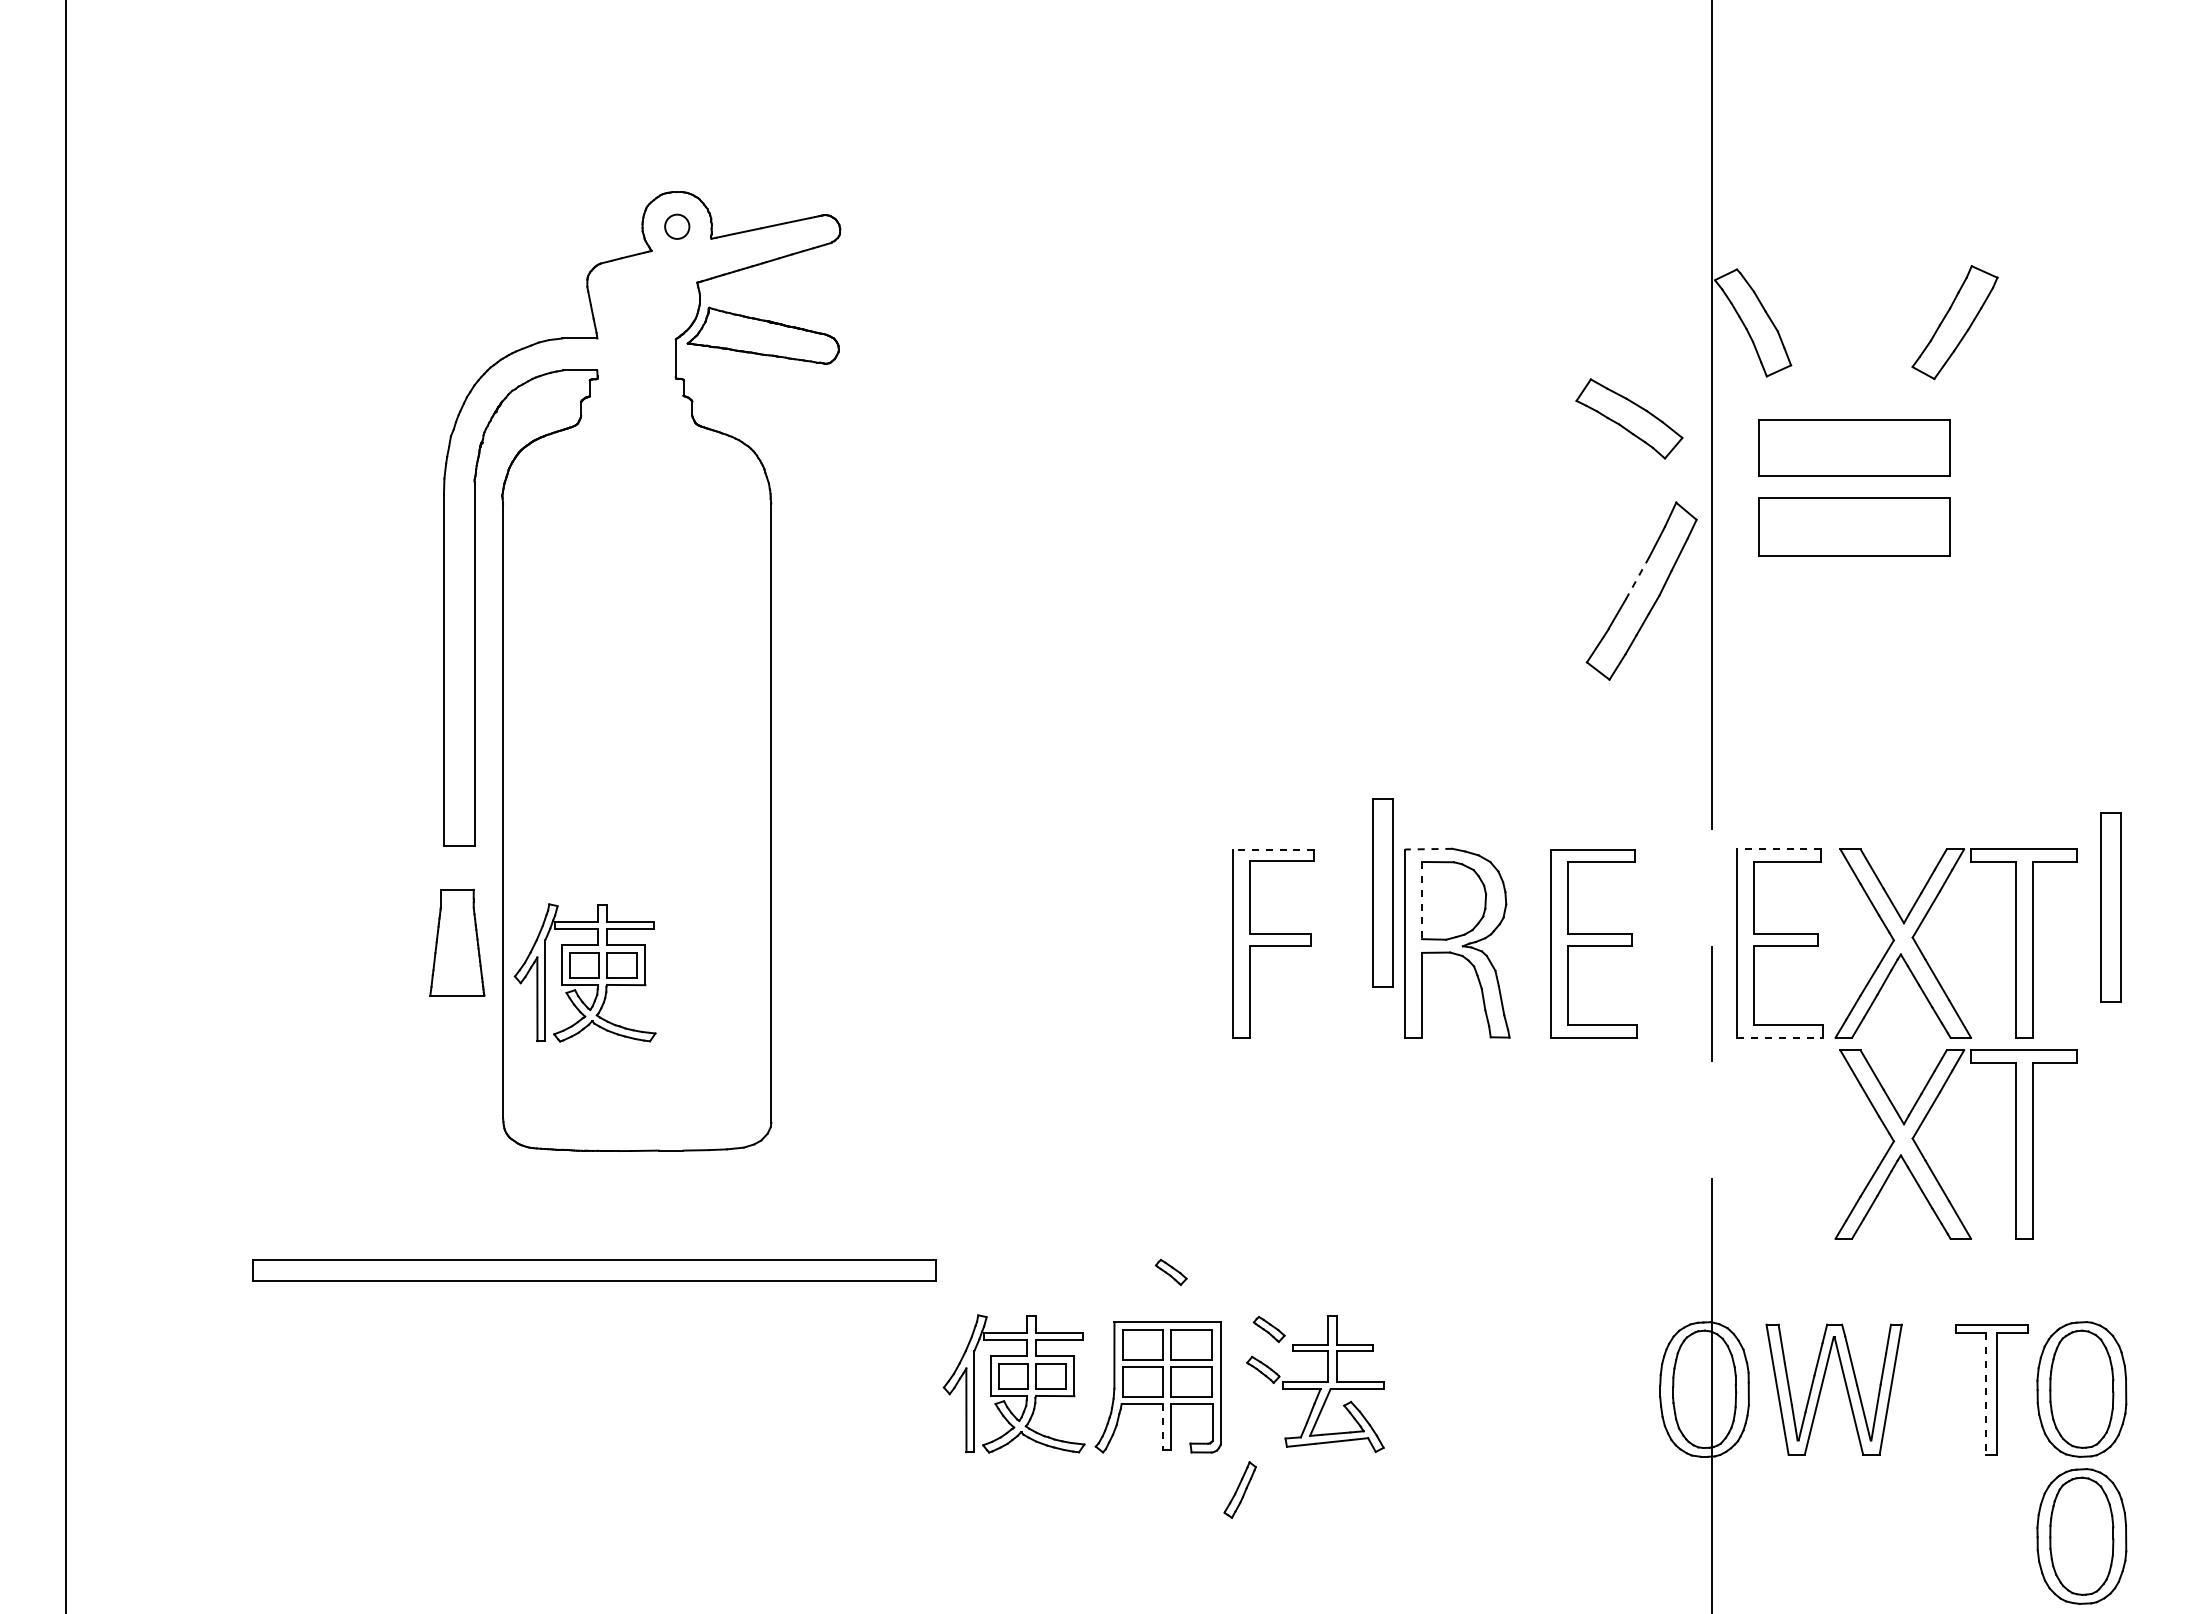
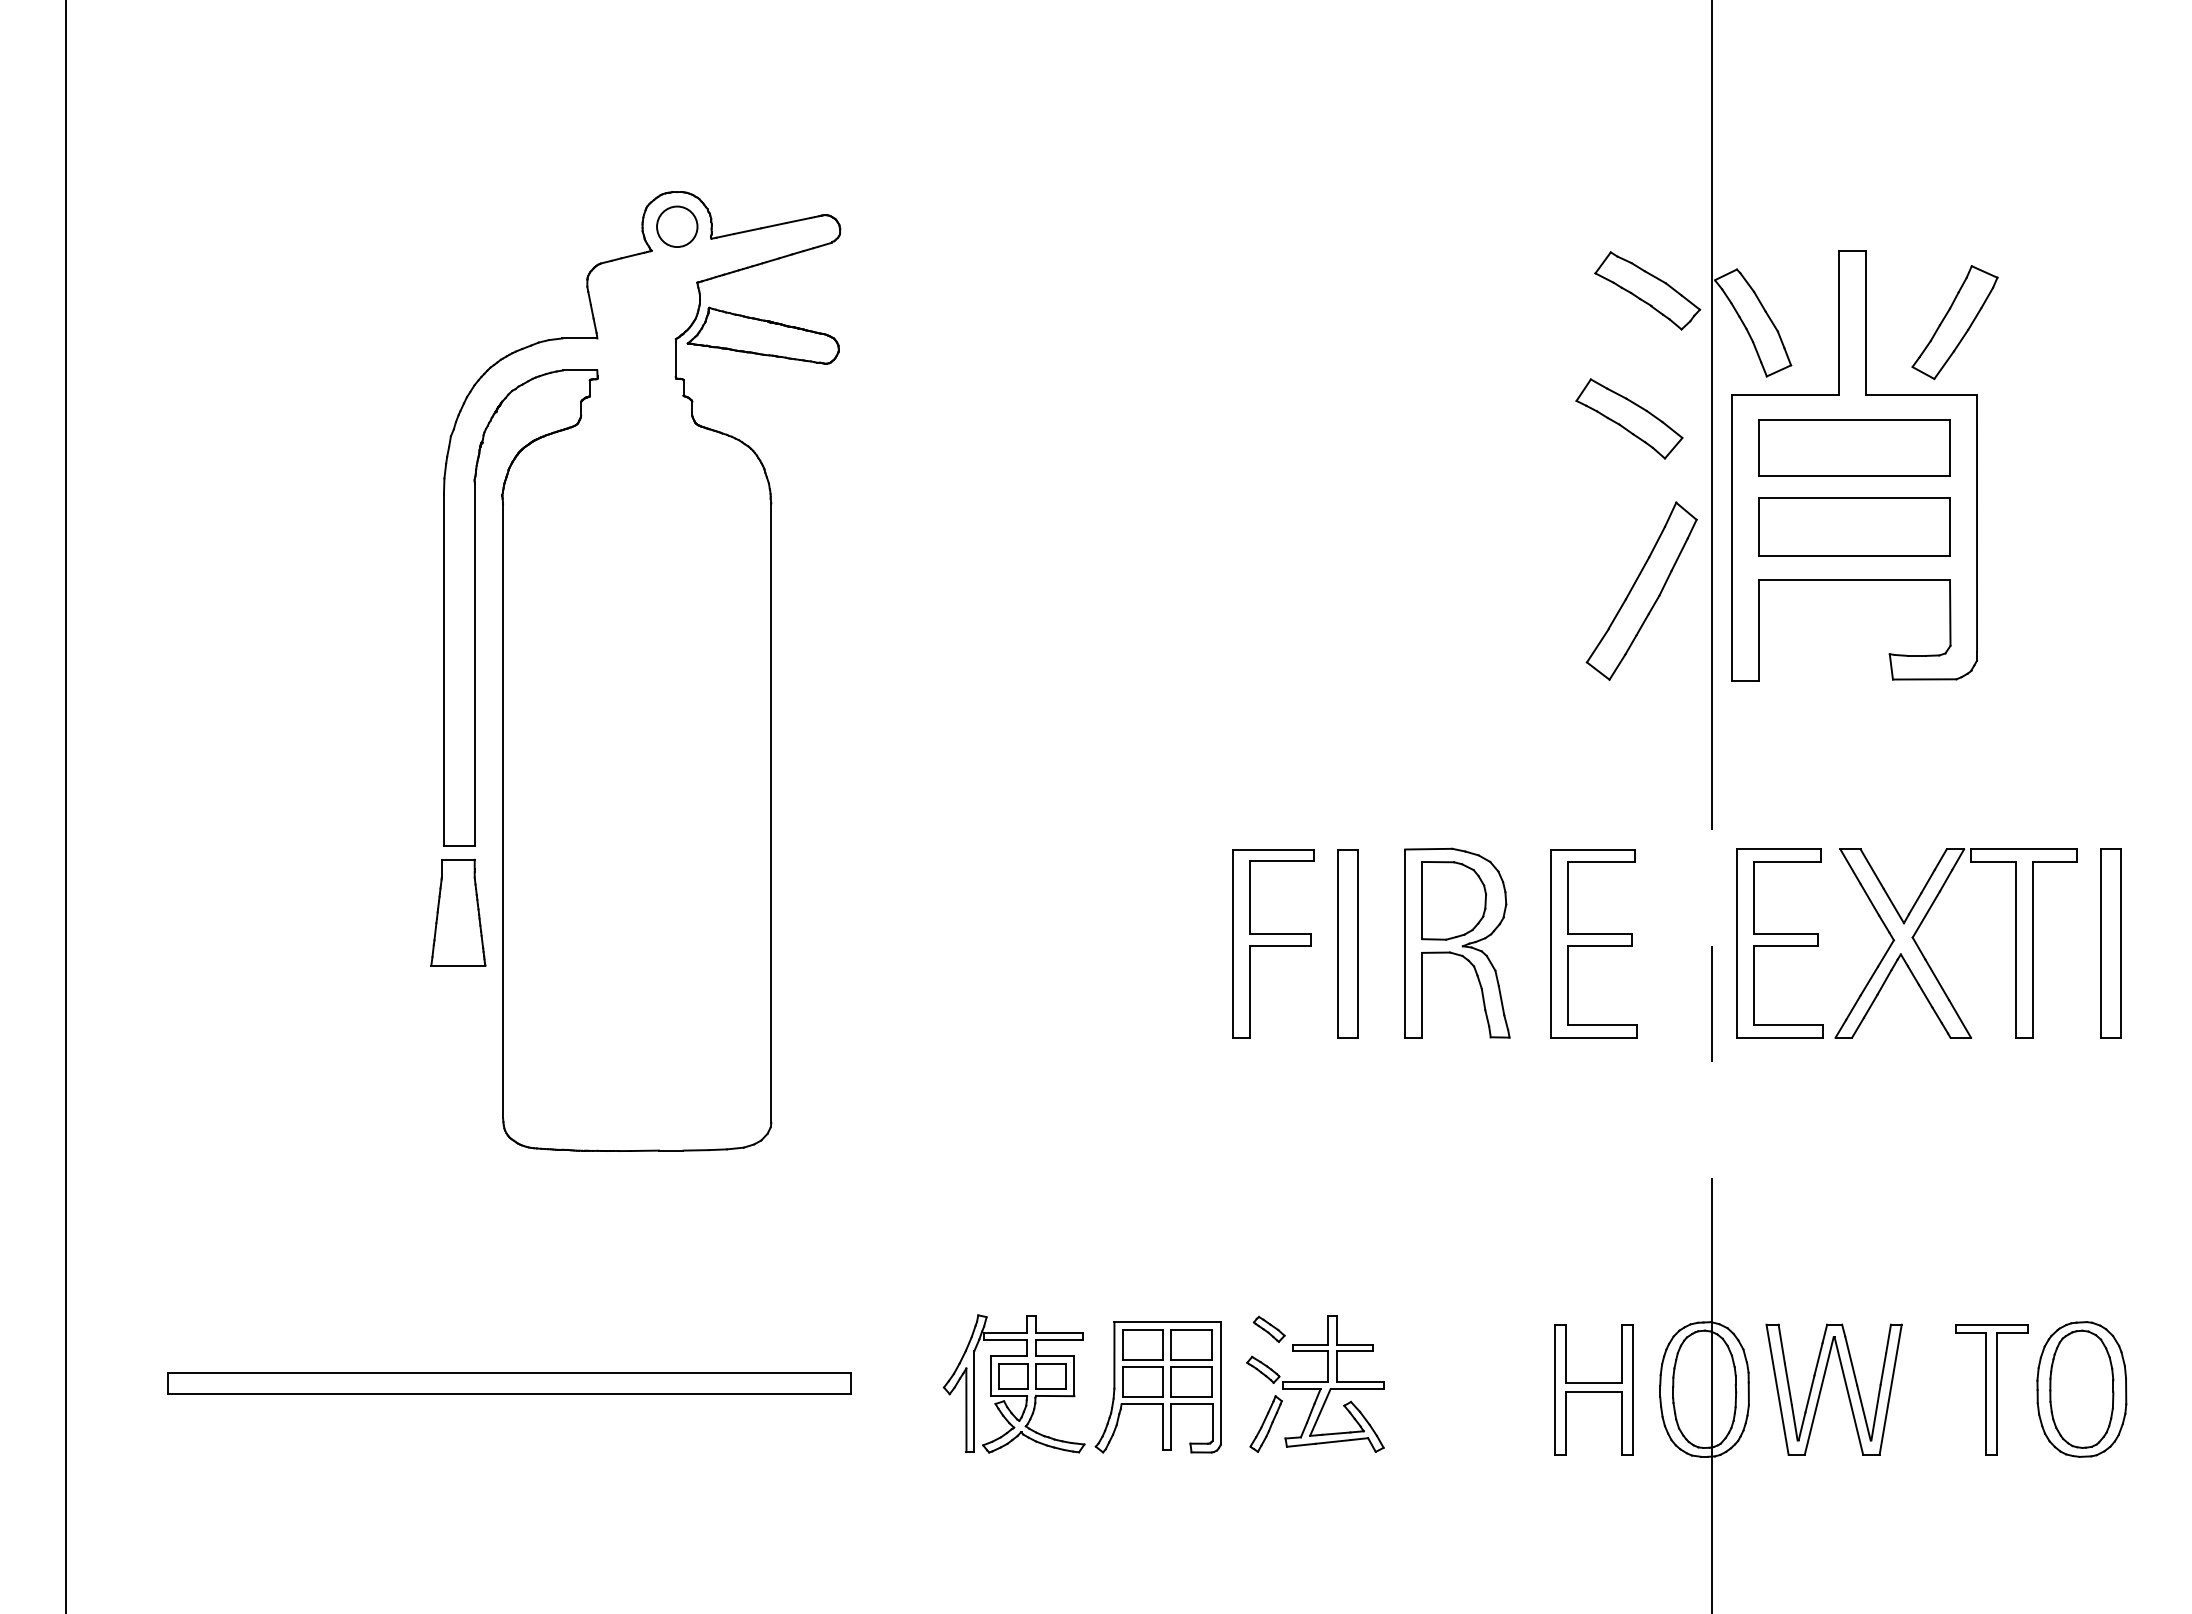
circle at (677, 226) diameter: 24 px -> 40 px
part at (1647, 290): none -> present
part at (1854, 465): none -> present
line at (1637, 578): dashed -> solid
line at (1273, 849): dashed -> solid
line at (1428, 849): dashed -> solid
line at (1778, 849): dashed -> solid
part at (1382, 892) position: (1382, 892) -> (1347, 943)
line at (1422, 900): dashed -> solid
part at (2110, 907) position: (2110, 907) -> (2110, 943)
part at (457, 942) position: (457, 942) -> (458, 912)
part at (584, 972): present -> none
line at (1780, 1037): dashed -> solid
part at (1927, 1161): present -> none
part at (594, 1270) position: (594, 1270) -> (509, 1383)
part at (1170, 1272): present -> none
part at (1593, 1389): none -> present
line at (1986, 1393): dashed -> solid
line at (1162, 1427): dashed -> solid
part at (1239, 1489) position: (1239, 1489) -> (1265, 1423)
part at (2081, 1536): present -> none
